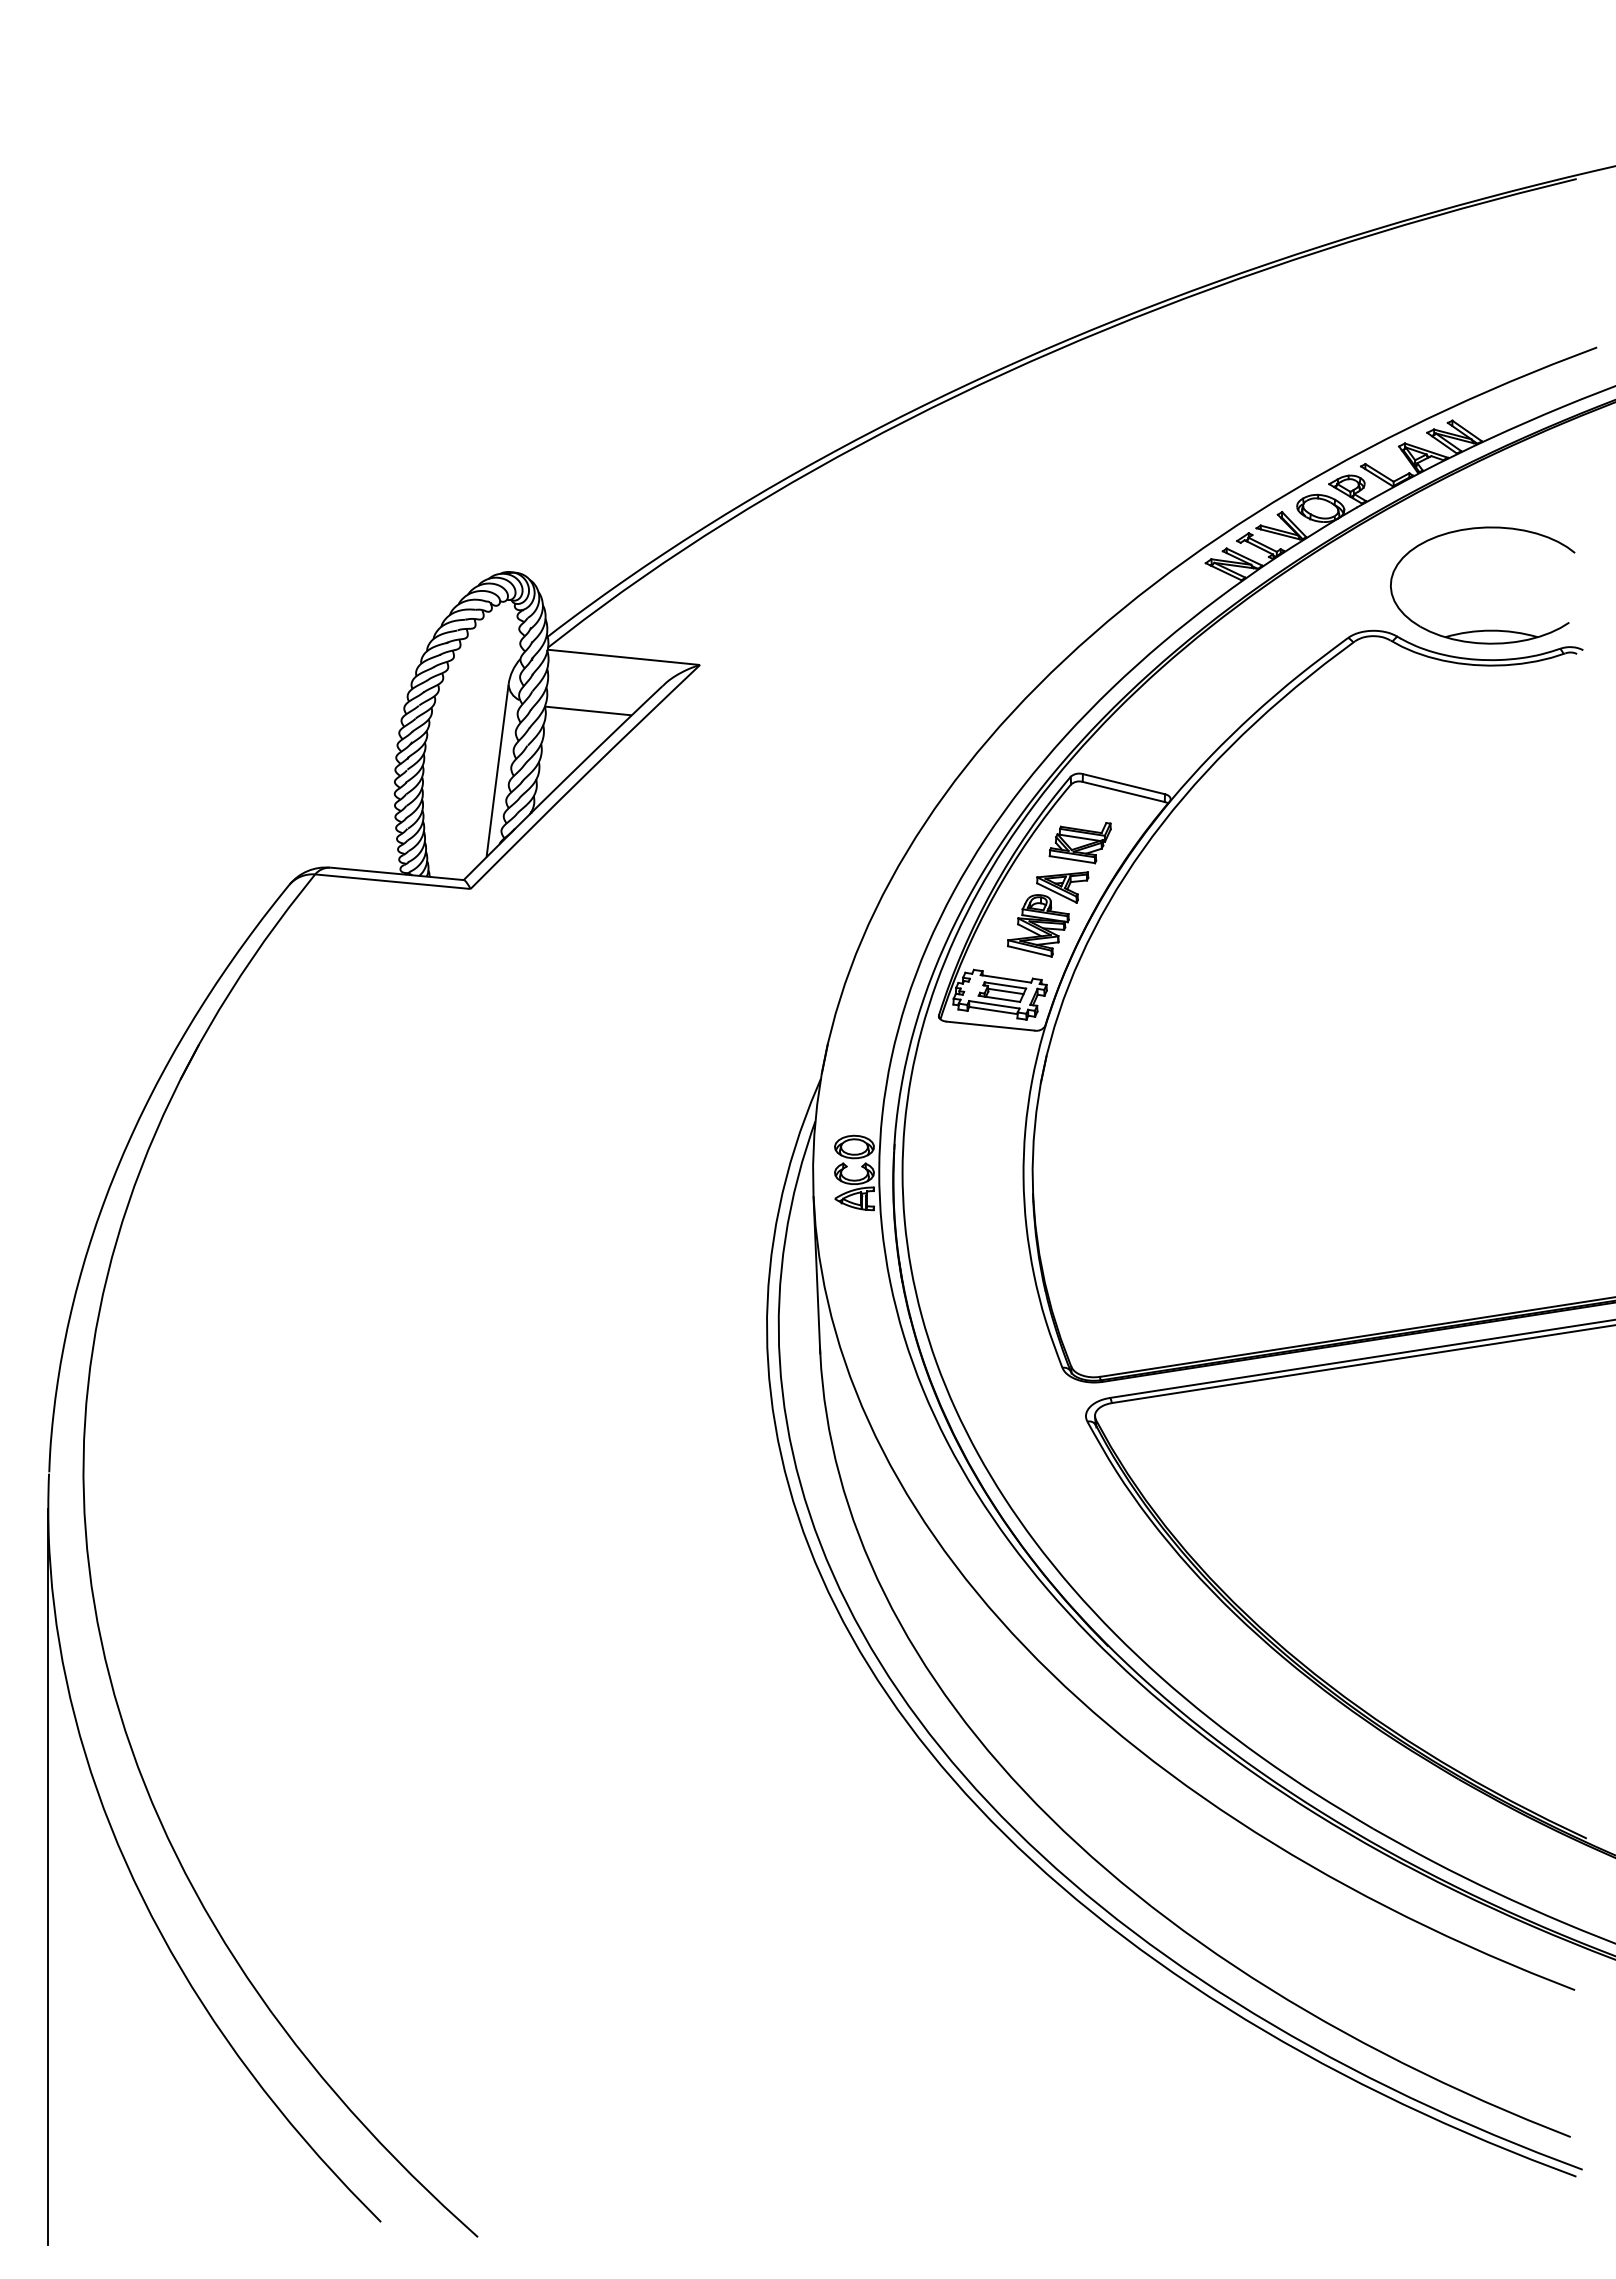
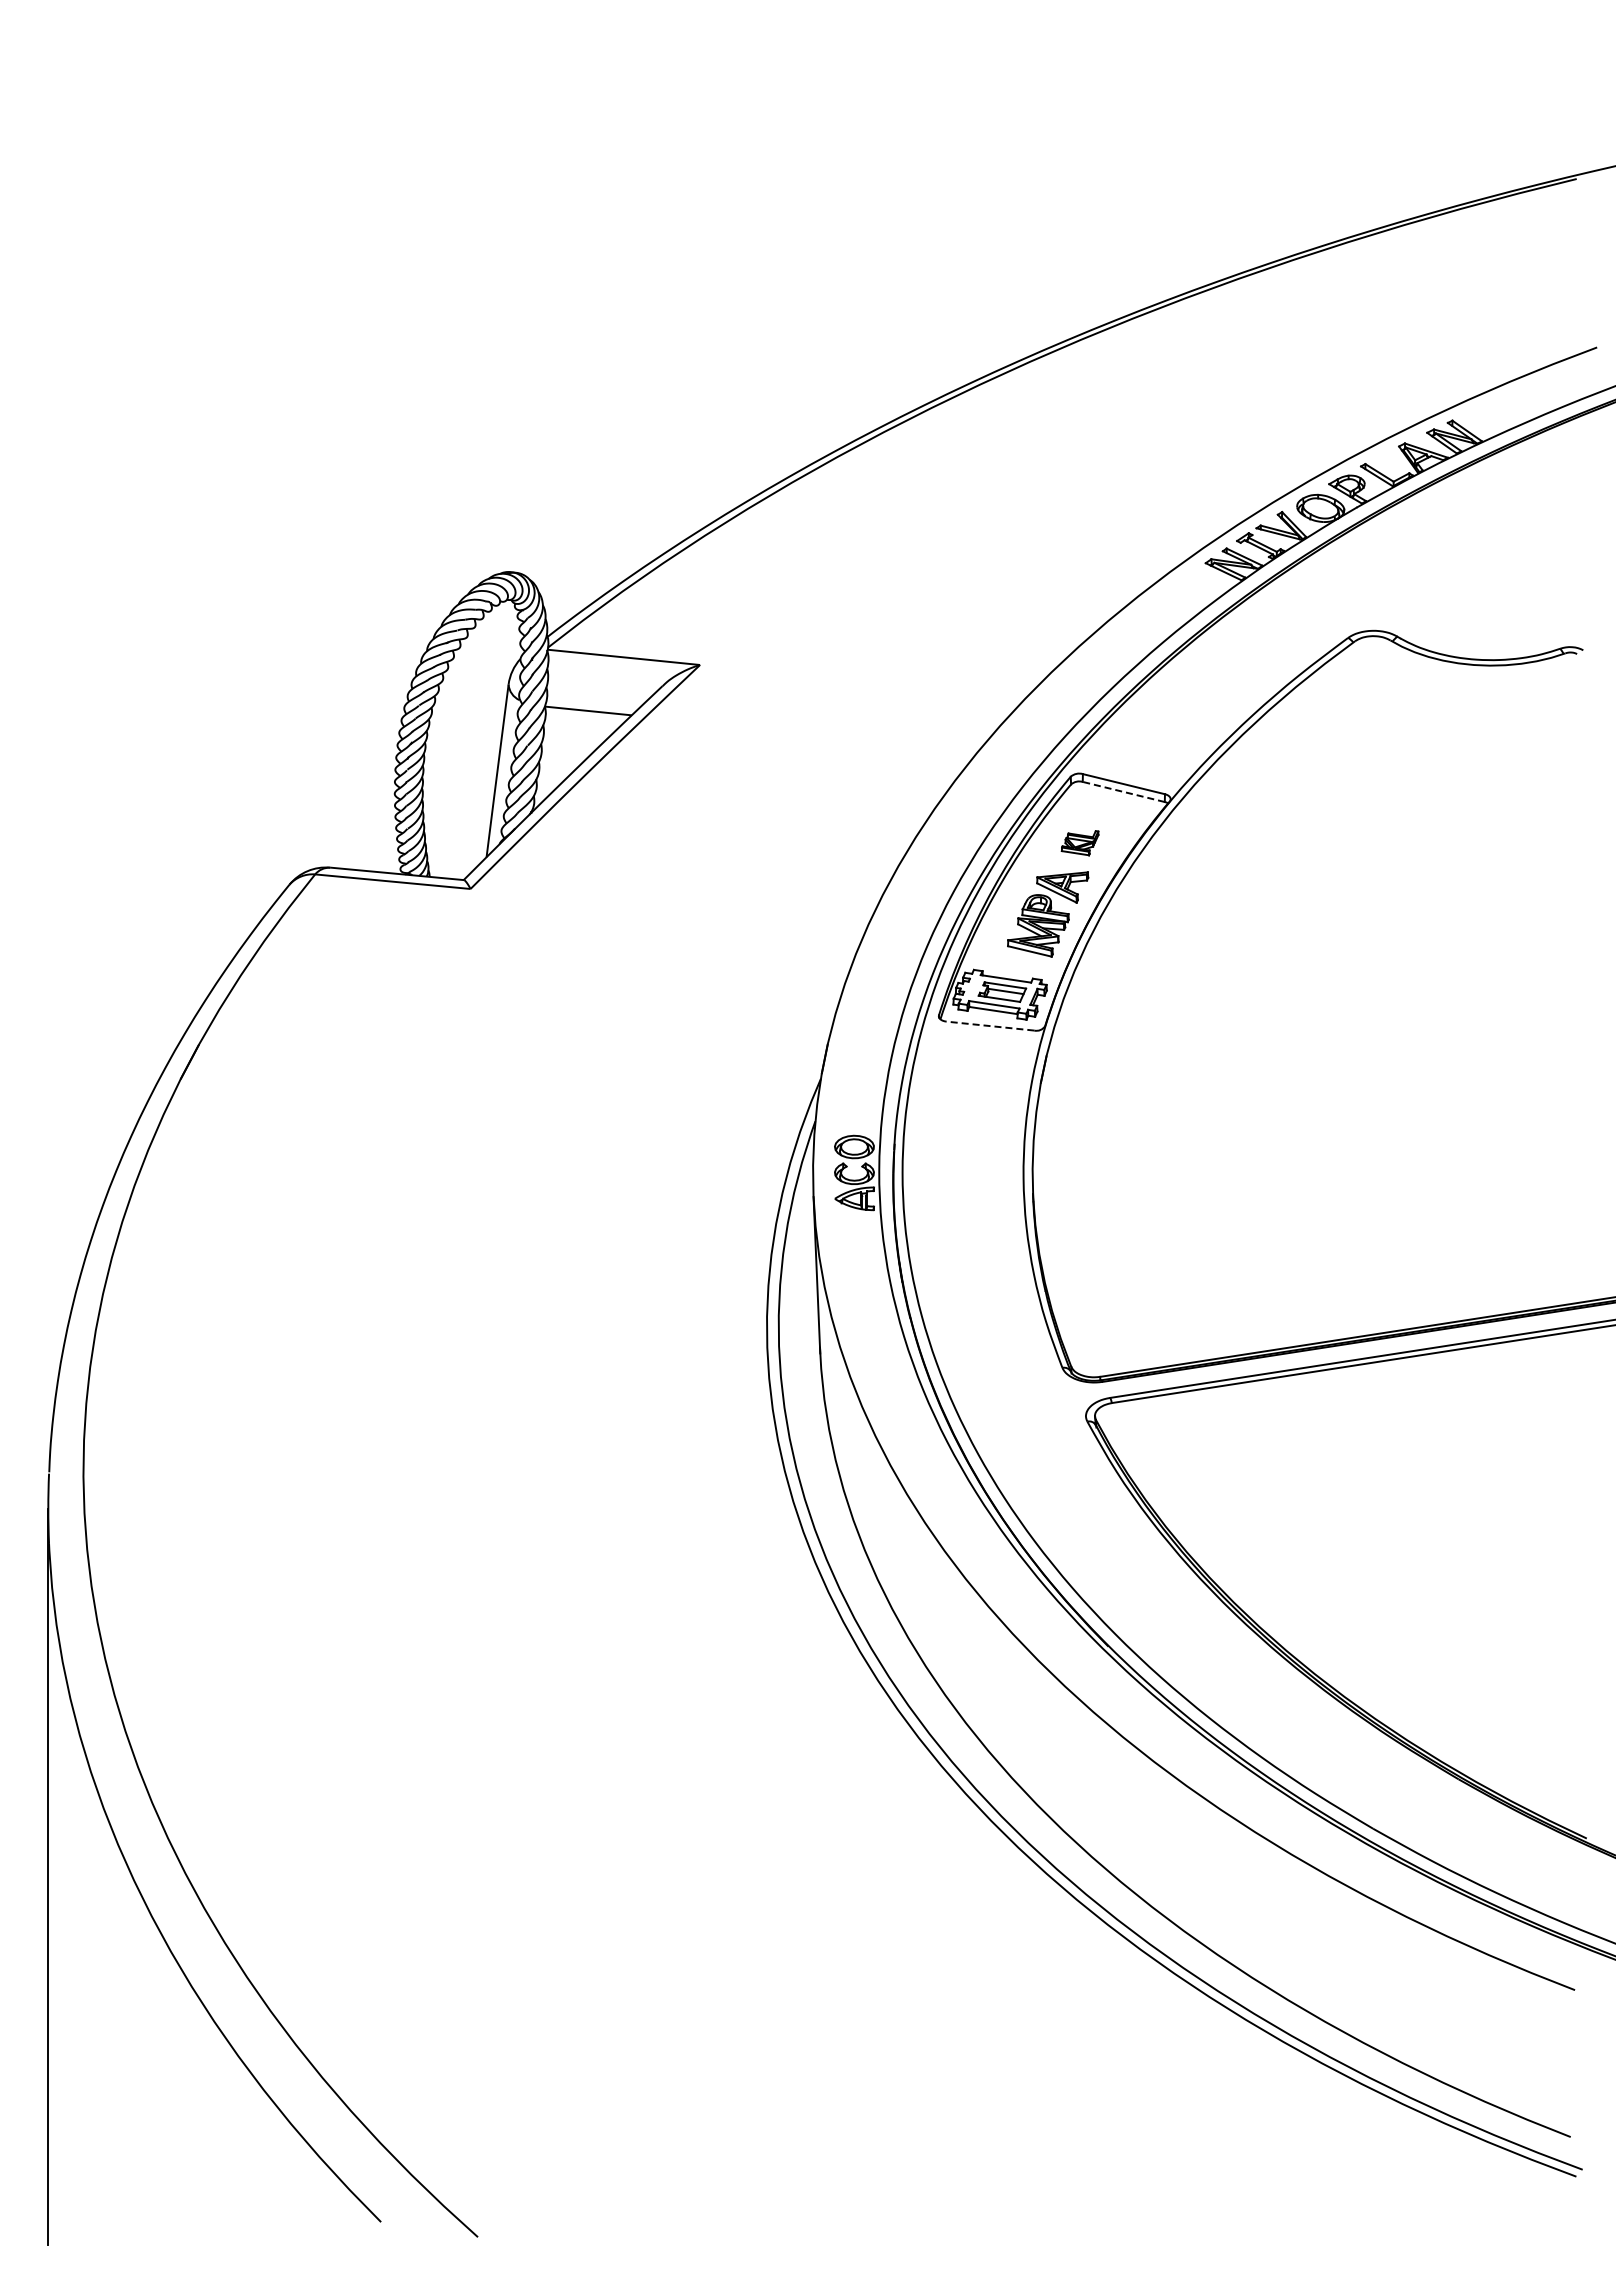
part at (1484, 629): present -> none
line at (1123, 791): solid -> dashed
part at (1079, 843) size: 64x43 px -> 40x27 px
line at (989, 1026): solid -> dashed
